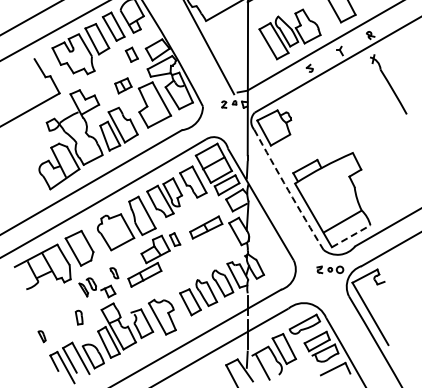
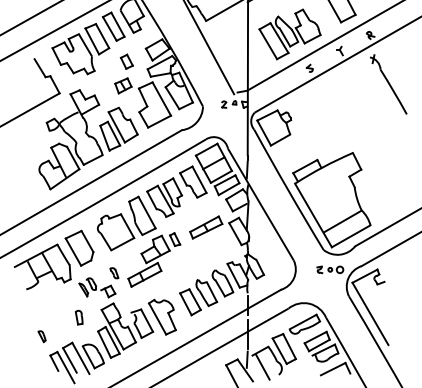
part at (131, 54) position: (131, 54) -> (126, 61)
arc at (288, 190): dashed -> solid
line at (351, 236): dashed -> solid
